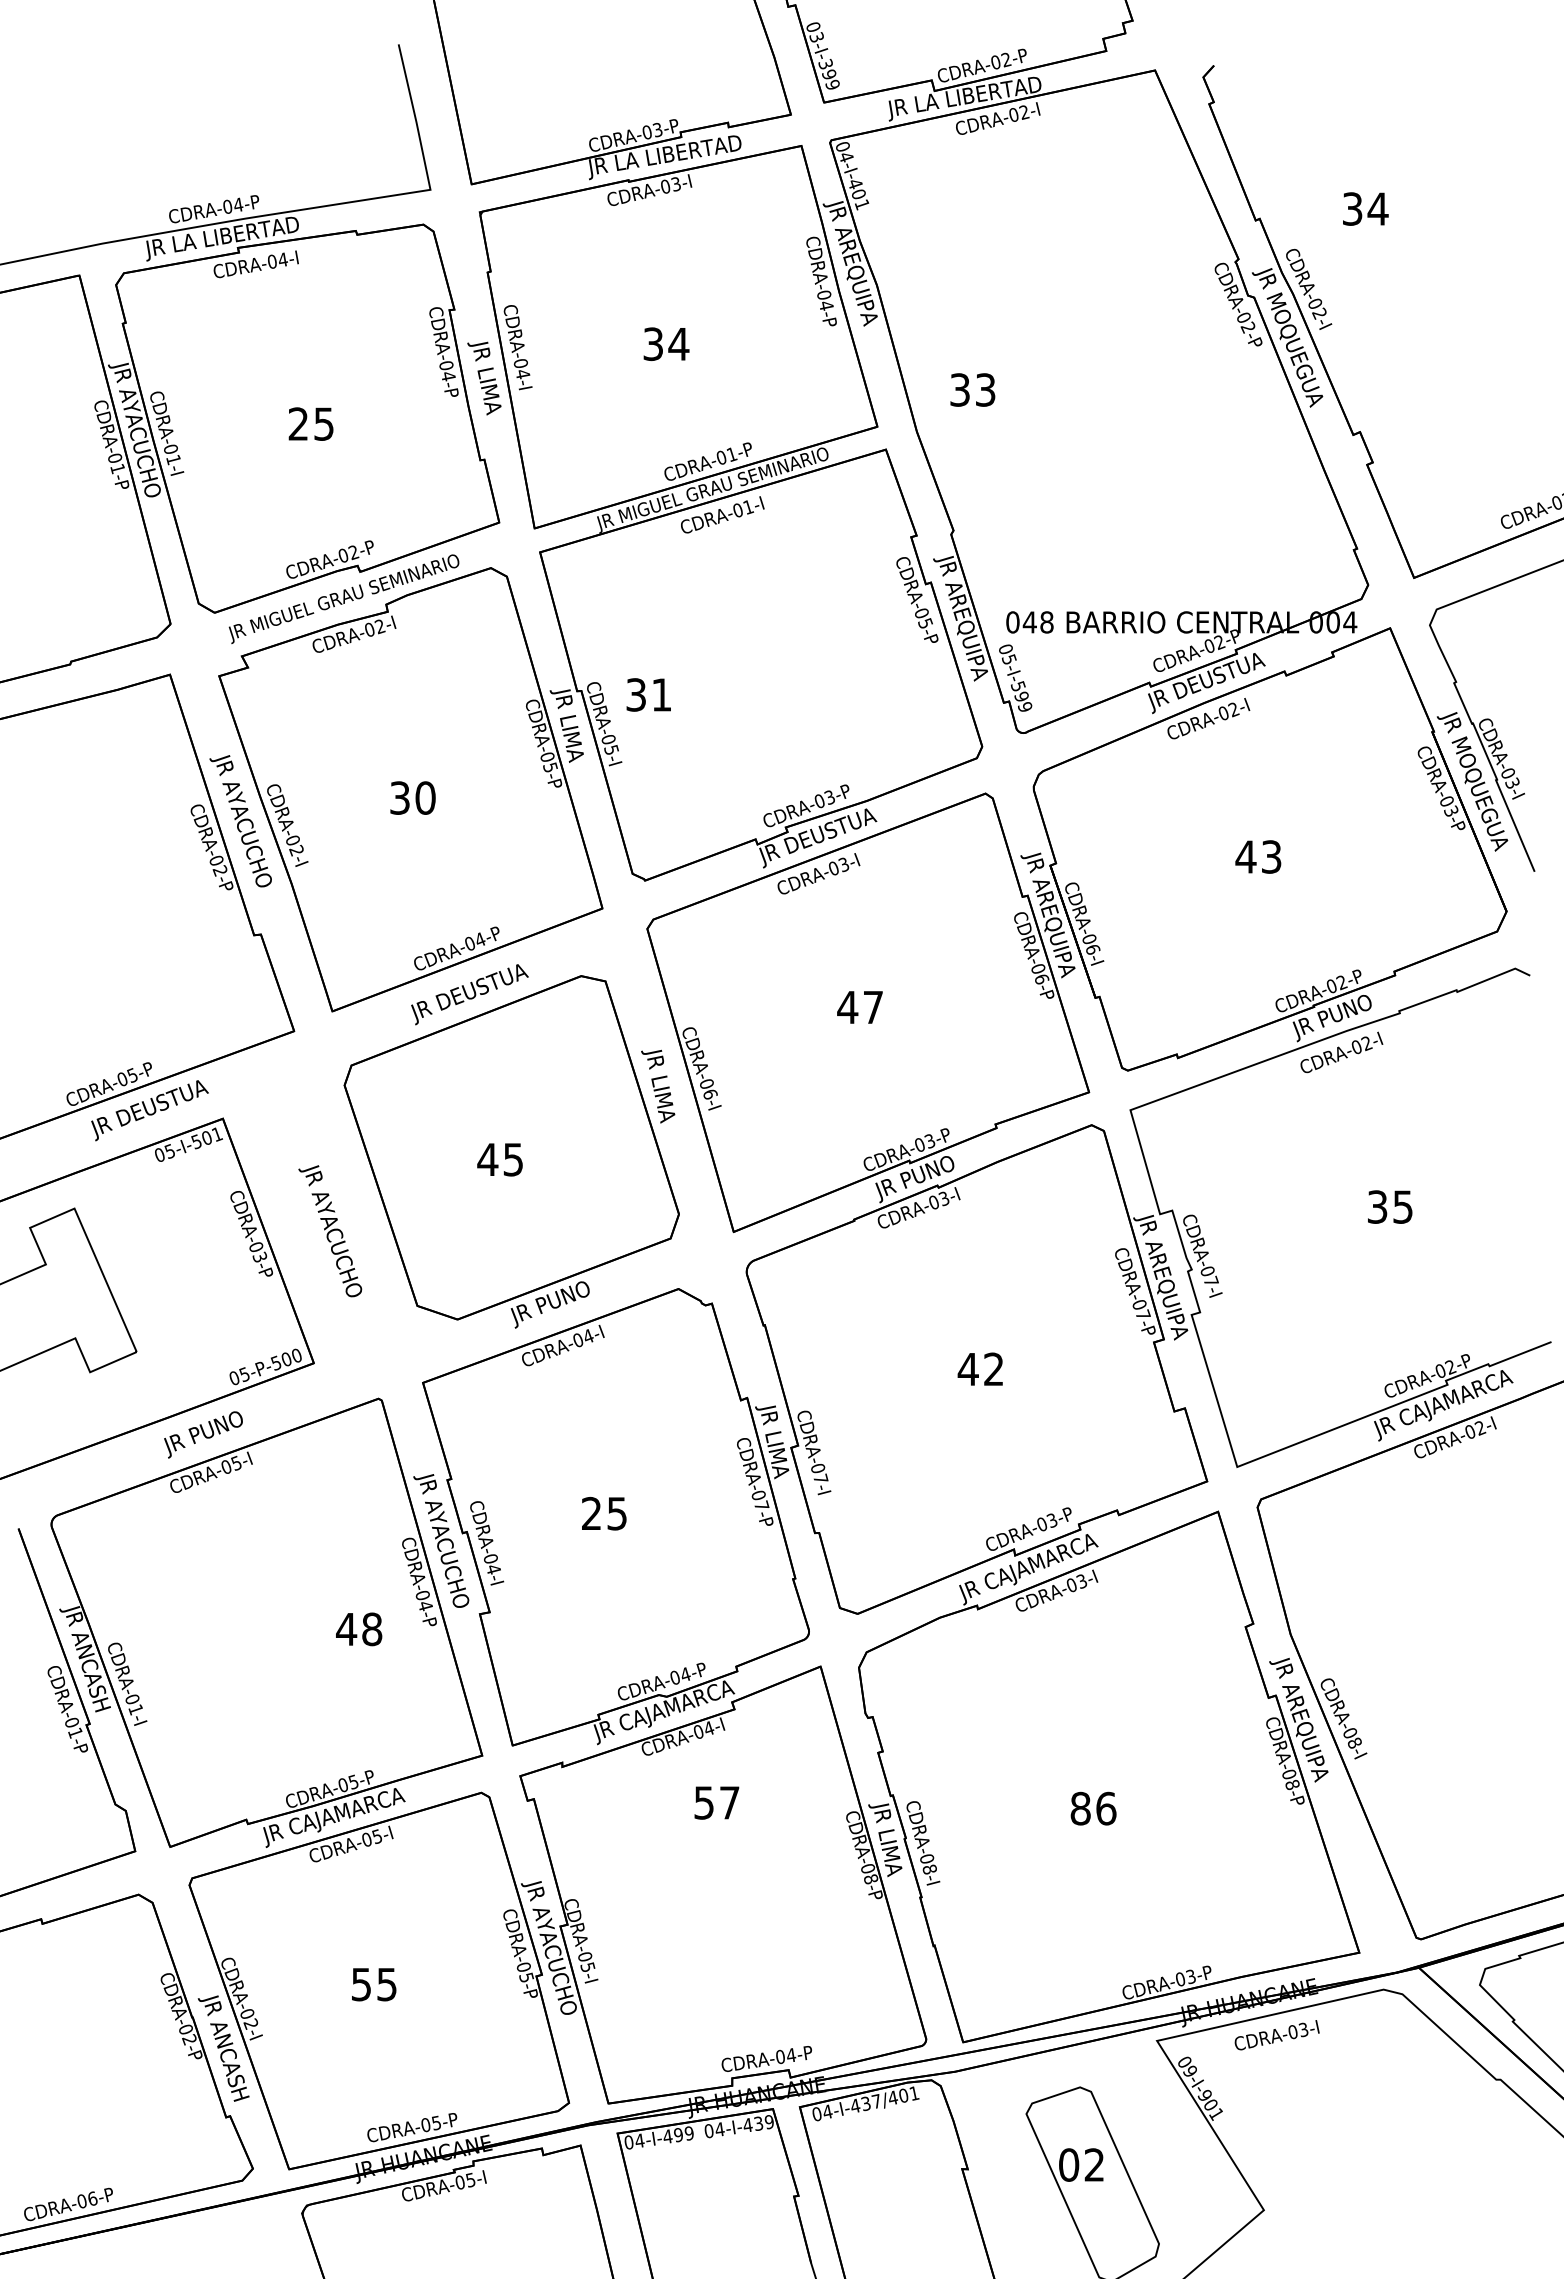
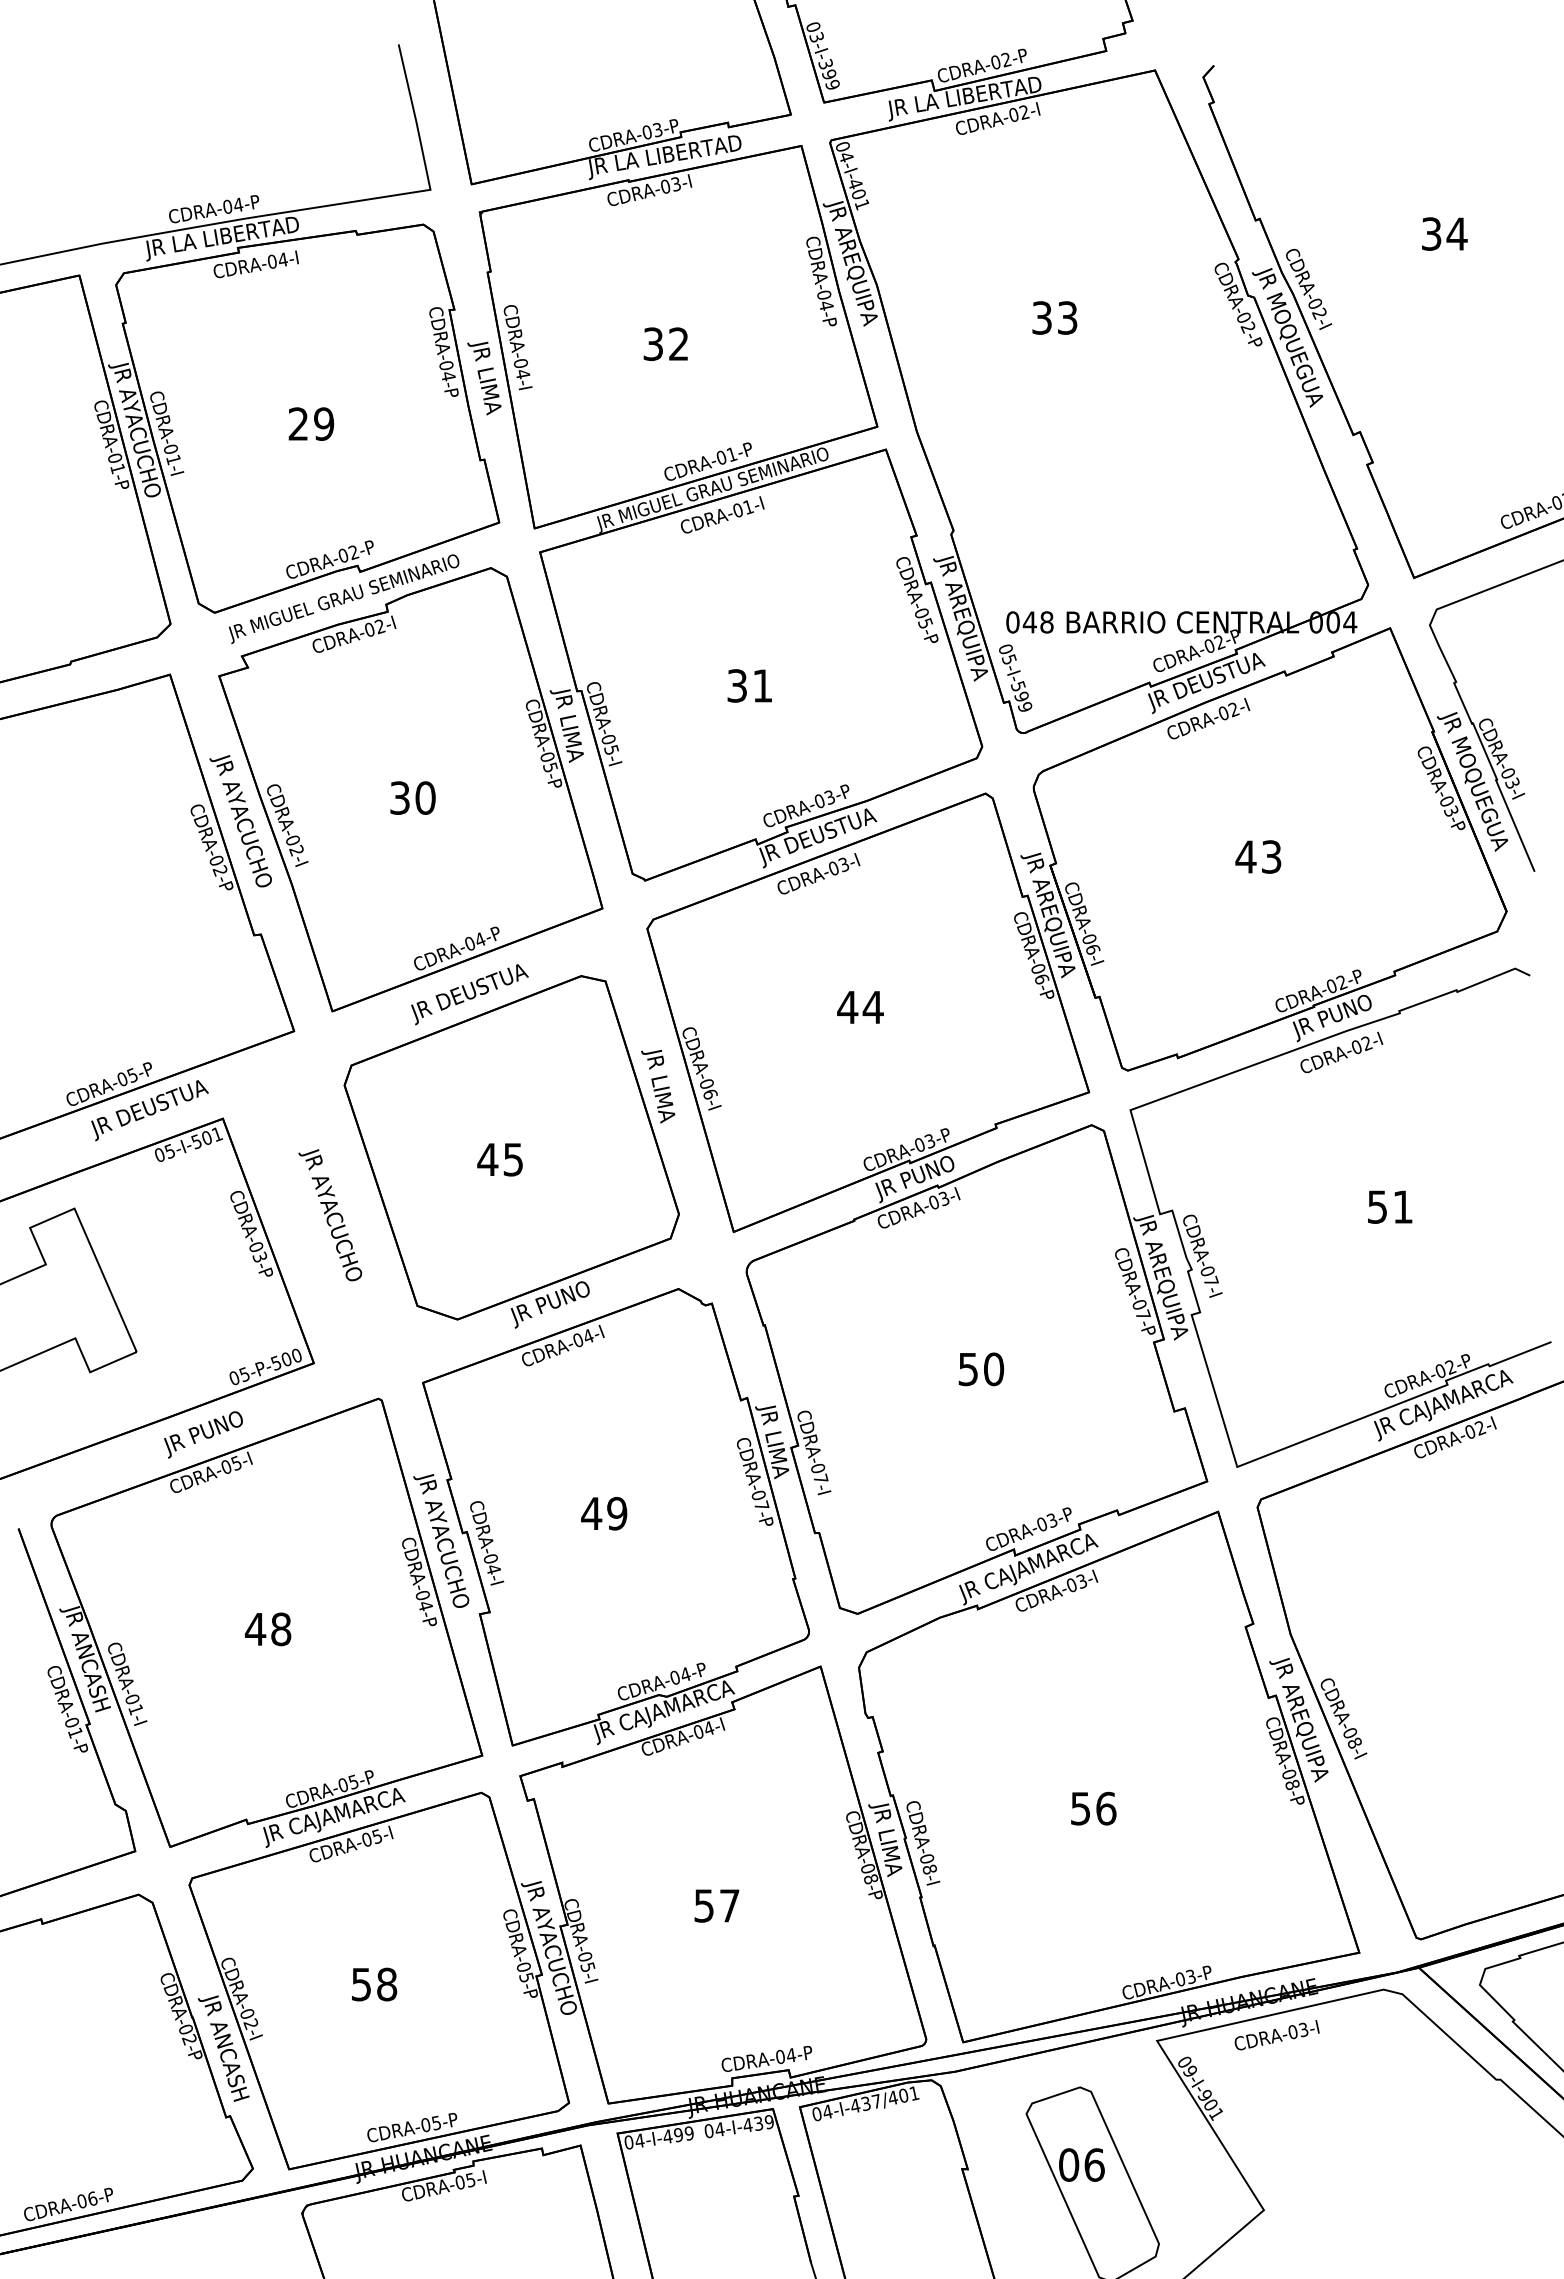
text at (1365, 208) position: (1365, 208) -> (1444, 233)
text at (678, 343): 34 -> 32
text at (972, 389) position: (972, 389) -> (1054, 317)
text at (324, 423): 25 -> 29
text at (648, 694) position: (648, 694) -> (749, 685)
text at (872, 1007): 47 -> 44
text at (1390, 1206): 35 -> 51
text at (330, 1231) position: (330, 1231) -> (330, 1215)
text at (980, 1369): 42 -> 50
text at (604, 1513): 25 -> 49
text at (359, 1629) position: (359, 1629) -> (268, 1629)
text at (716, 1802) position: (716, 1802) -> (716, 1905)
text at (1080, 1808): 86 -> 56
text at (387, 1984): 55 -> 58
text at (1094, 2164): 02 -> 06
